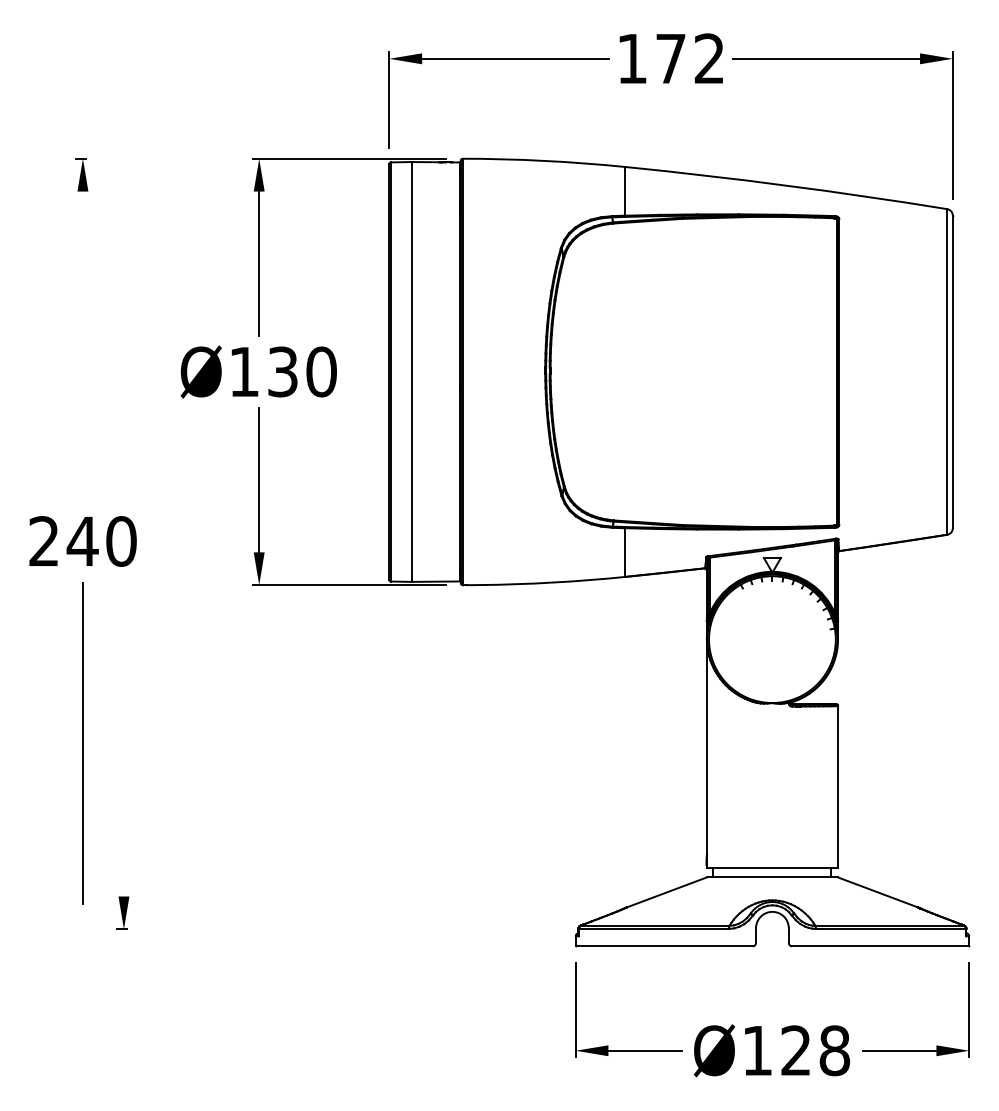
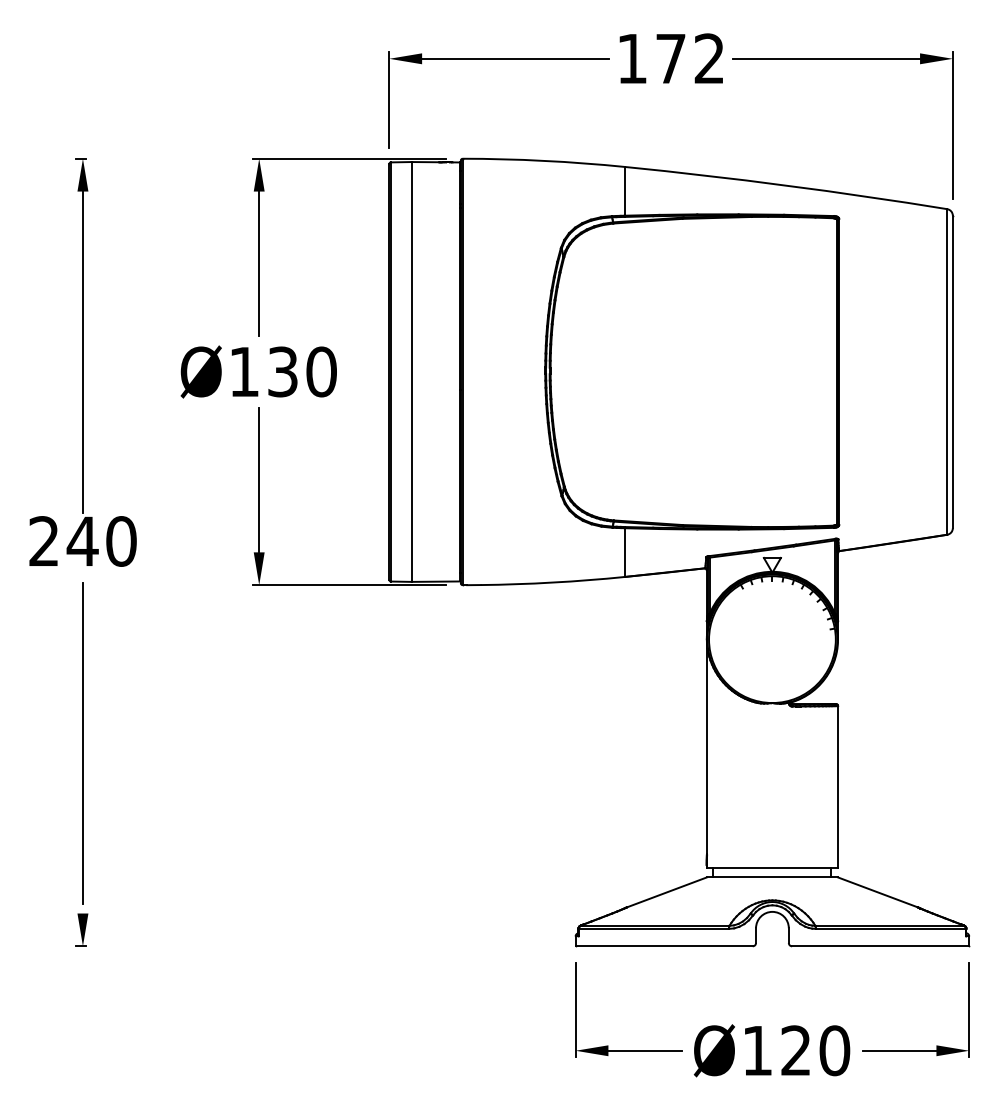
line at (82, 351): none -> present
part at (122, 912) position: (122, 912) -> (81, 929)
text at (834, 1050): Ø128 -> Ø120
